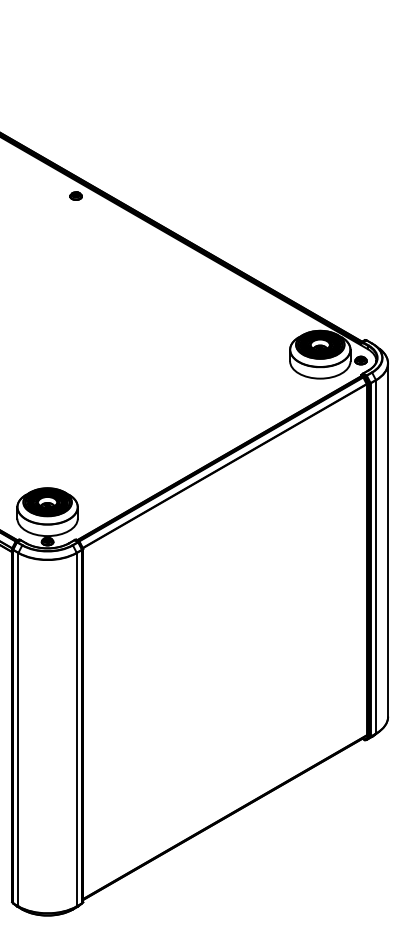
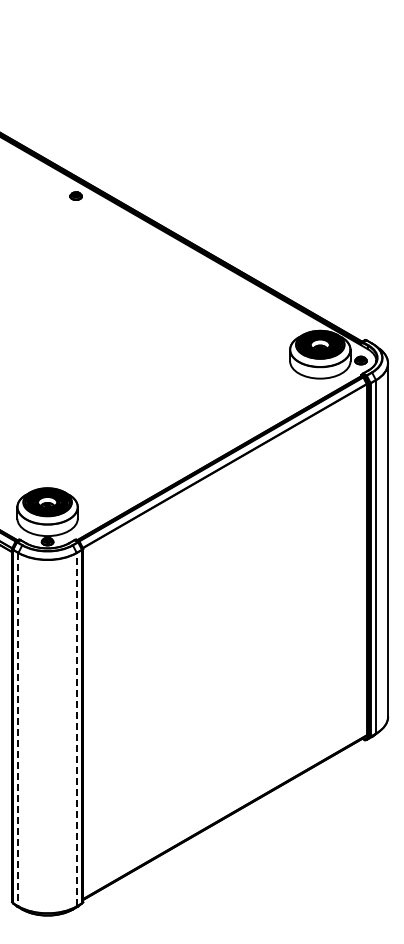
line at (18, 729): solid -> dashed
line at (76, 729): solid -> dashed
